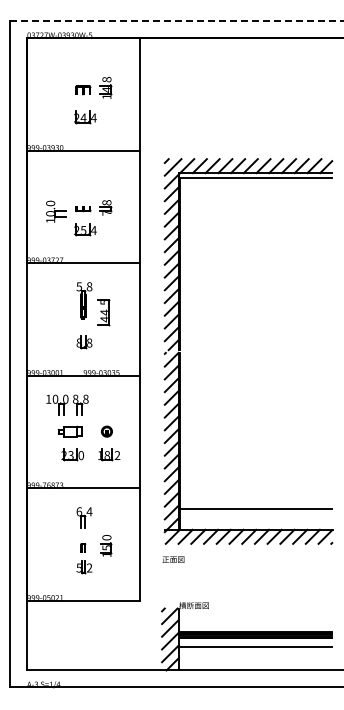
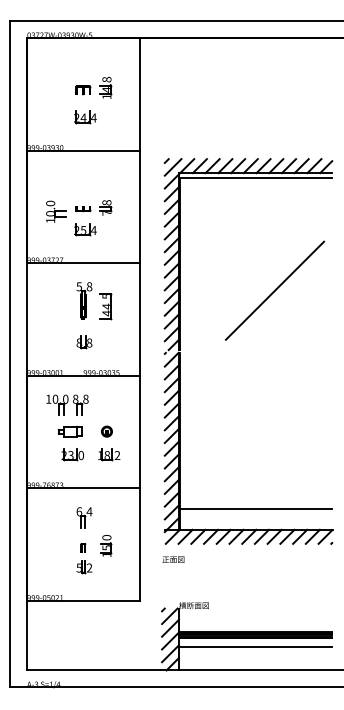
line at (176, 21): dashed -> solid
line at (274, 290): none -> present
part at (103, 312) position: (103, 312) -> (105, 306)
